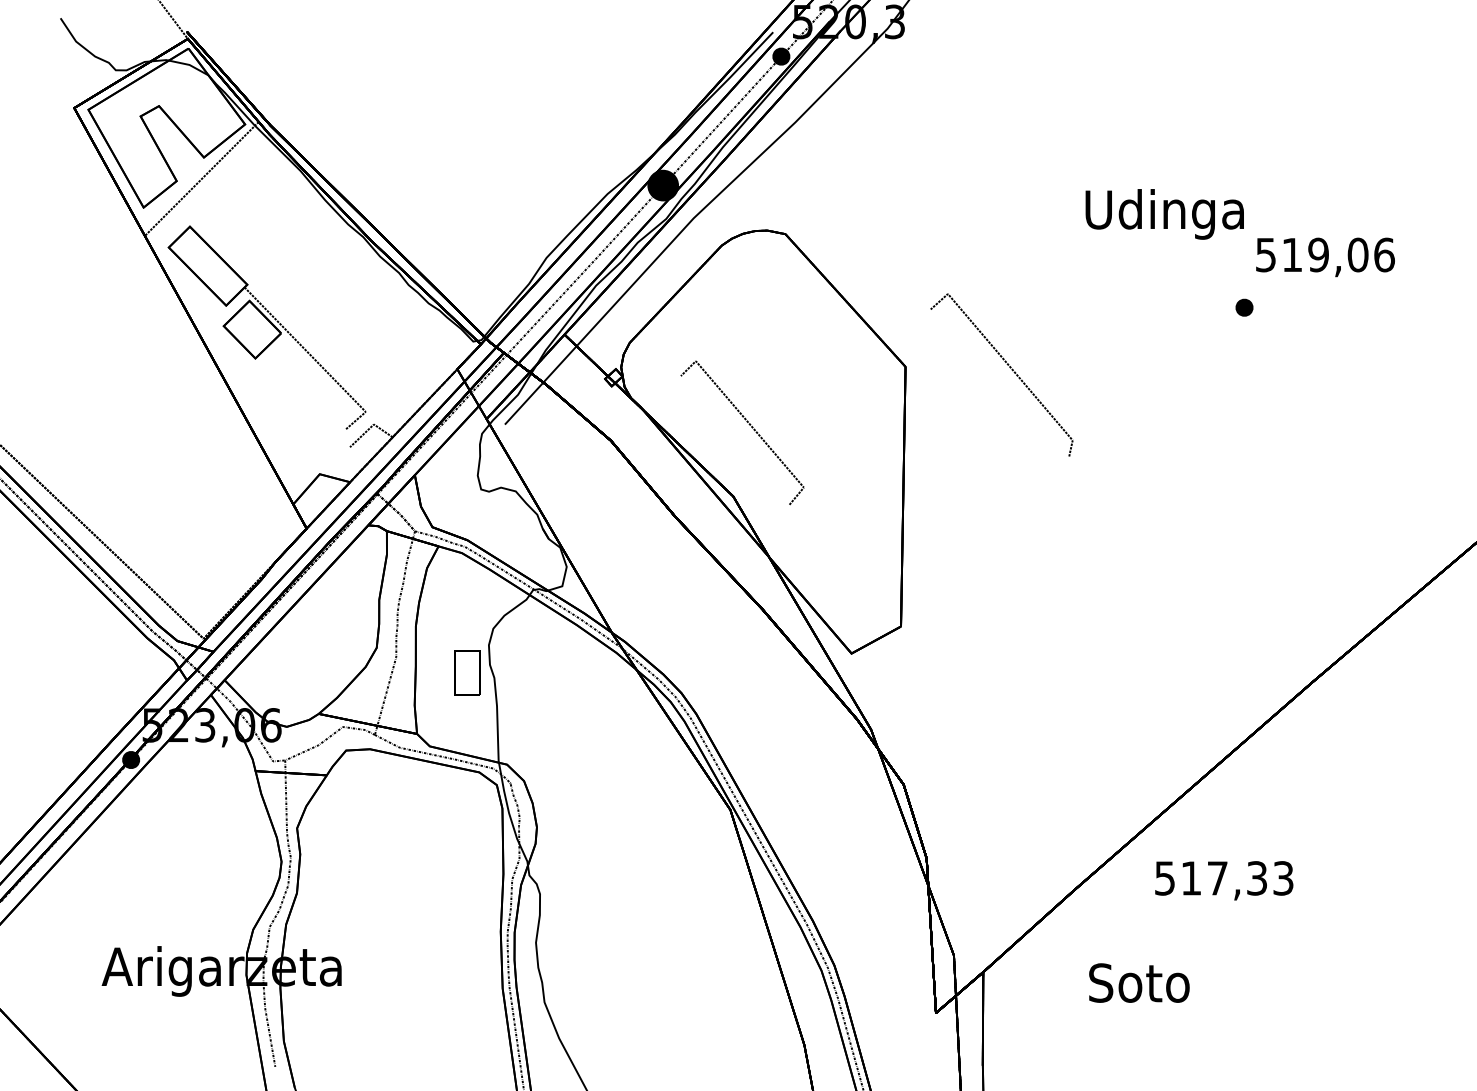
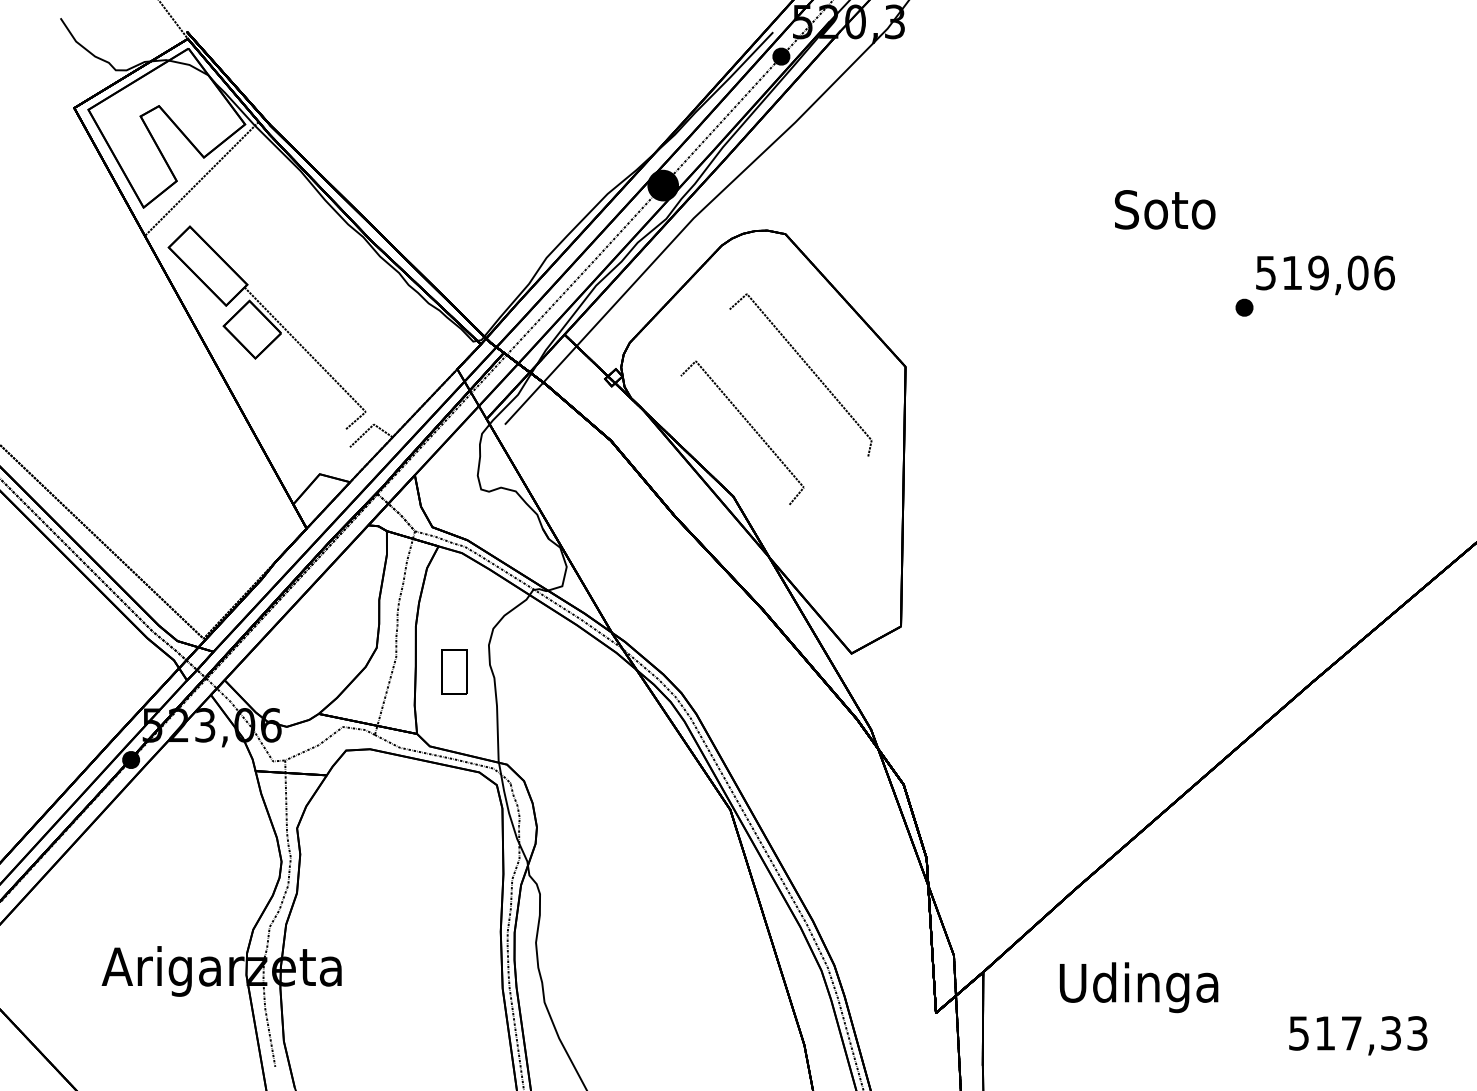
text at (1164, 214): Udinga -> Soto
text at (1325, 257) position: (1325, 257) -> (1325, 275)
line at (1009, 367) position: (1009, 367) -> (808, 367)
part at (467, 672) position: (467, 672) -> (454, 671)
text at (1224, 880) position: (1224, 880) -> (1358, 1035)
text at (1138, 987): Soto -> Udinga
